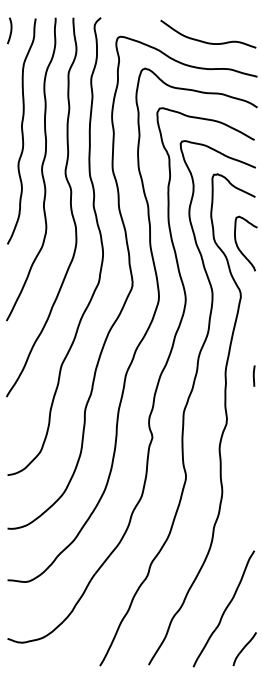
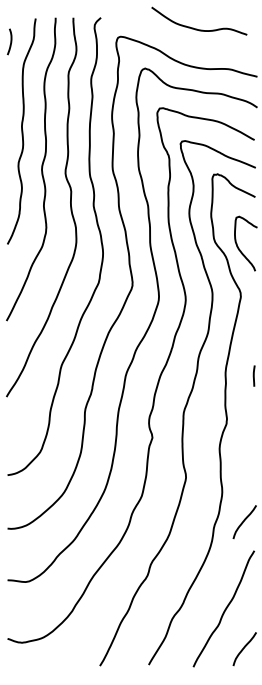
curve at (10, 30) position: (10, 30) -> (10, 41)
curve at (206, 41) position: (206, 41) -> (197, 28)
curve at (244, 521): none -> present
